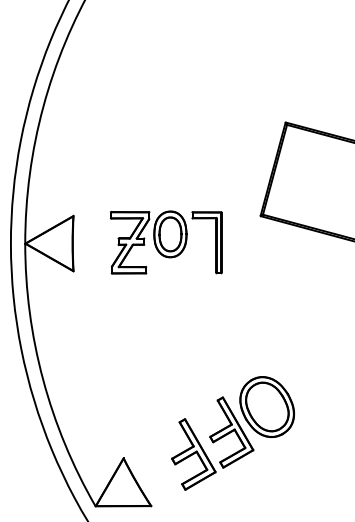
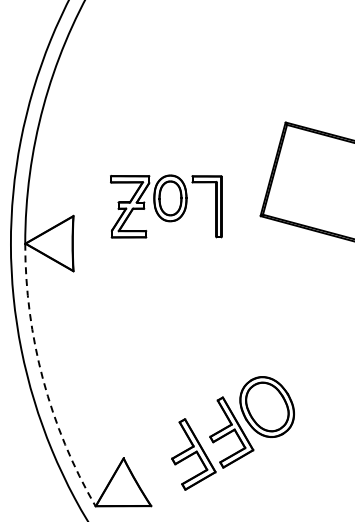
part at (166, 242) position: (166, 242) -> (166, 206)
arc at (43, 379): solid -> dashed
